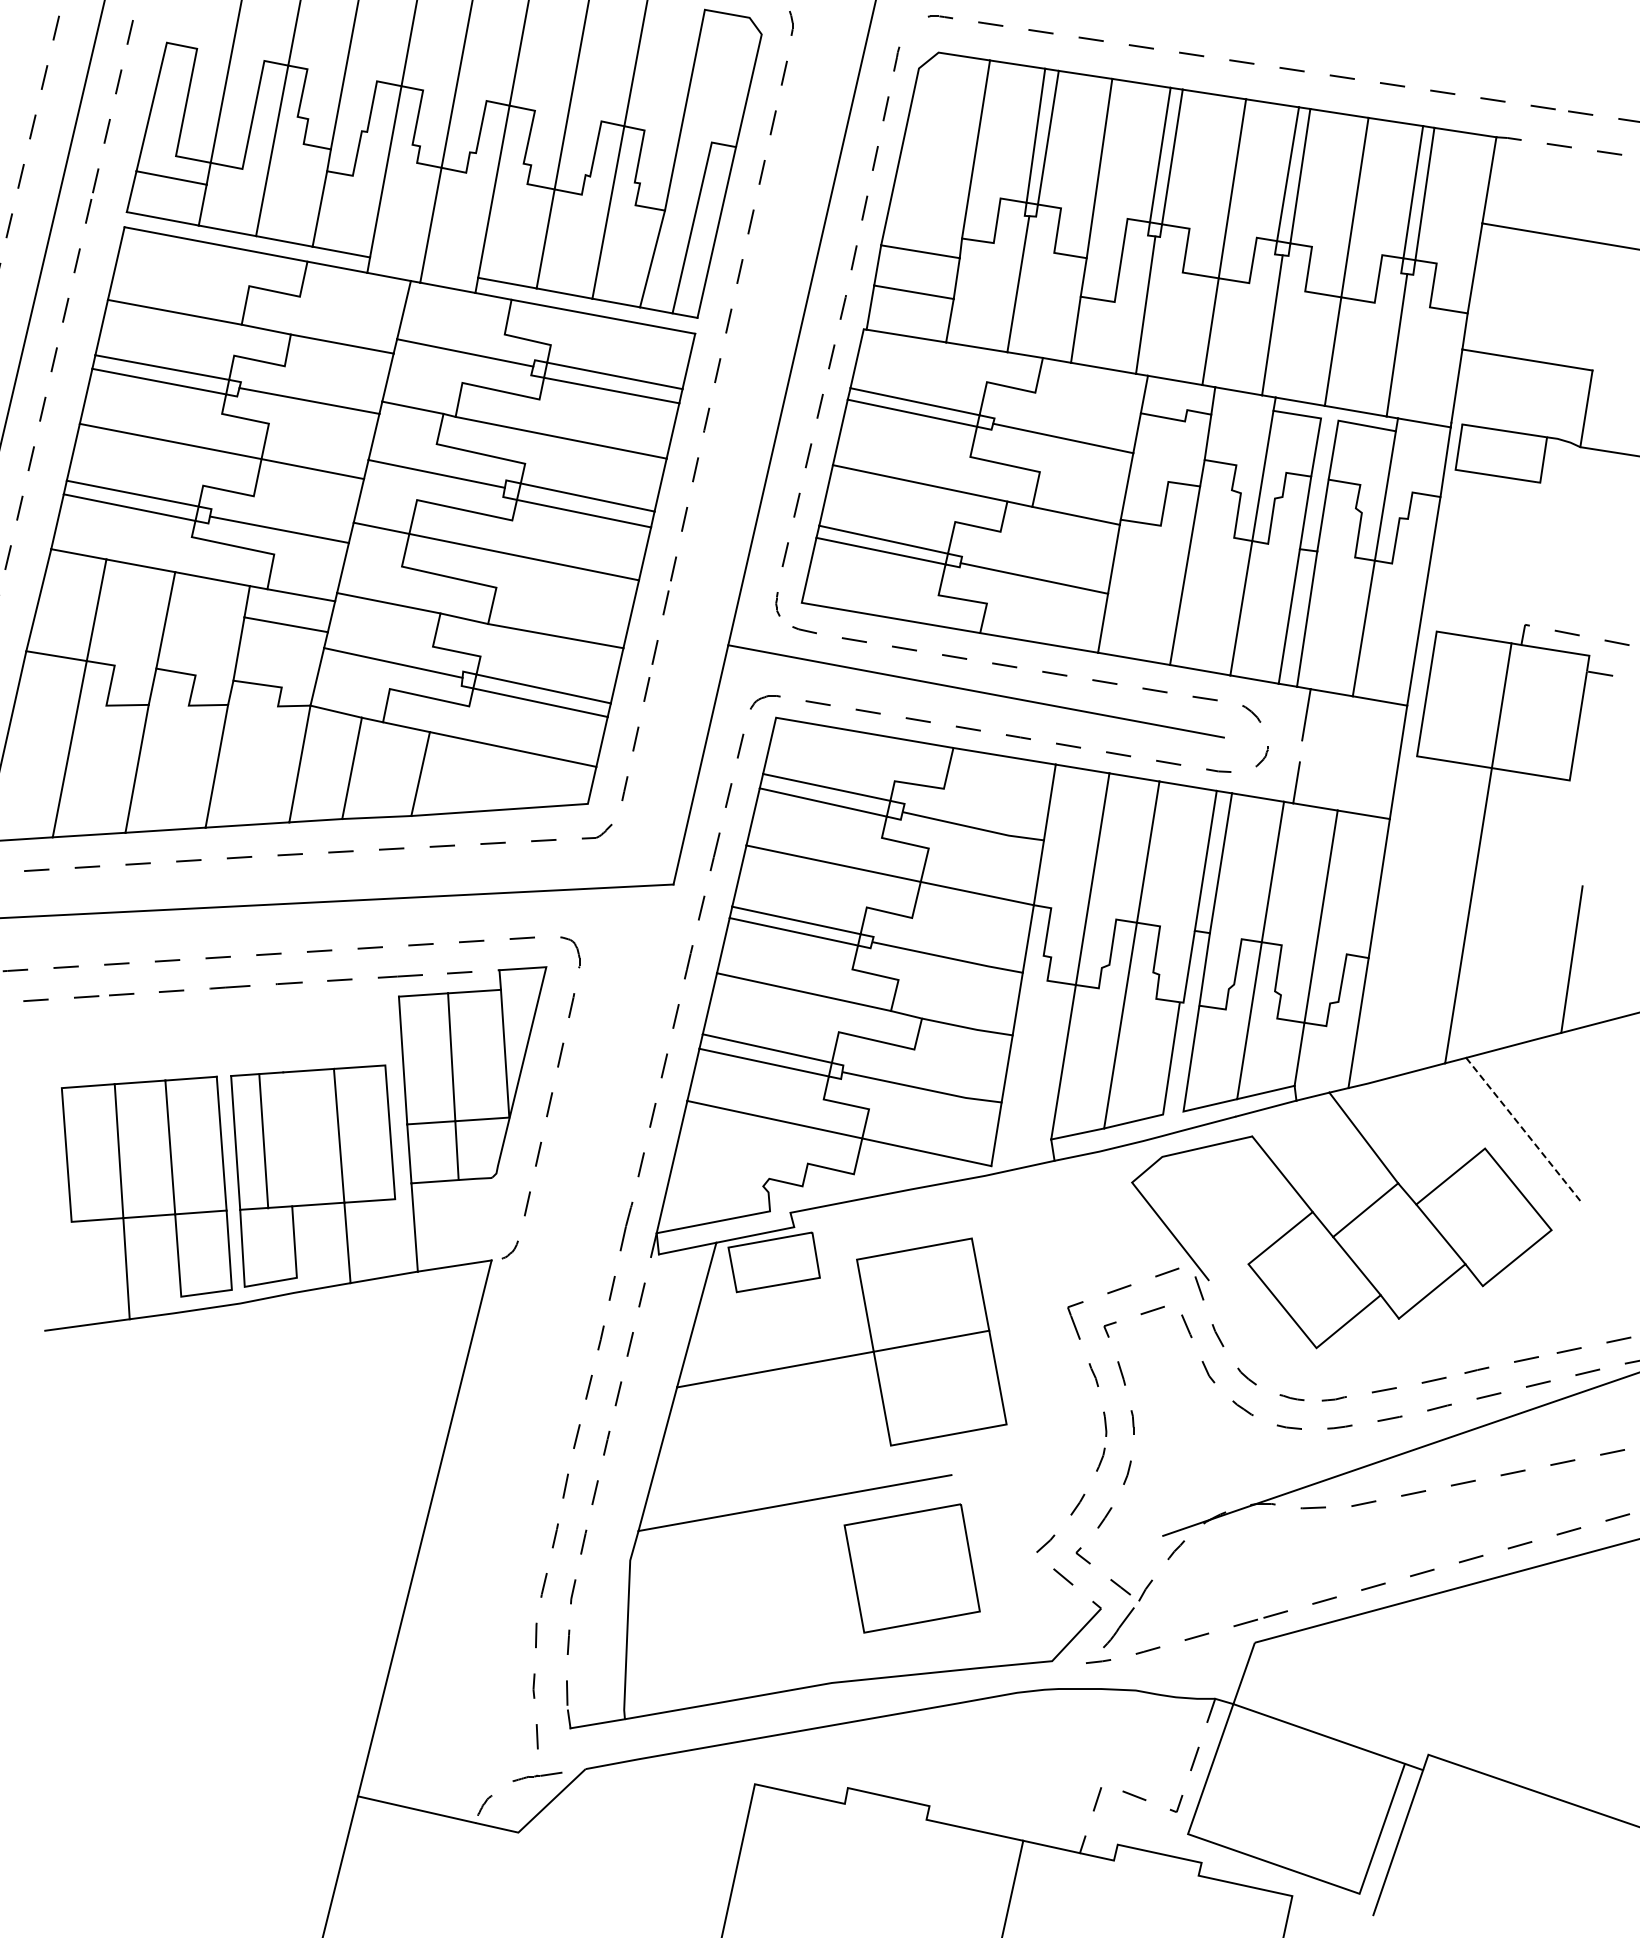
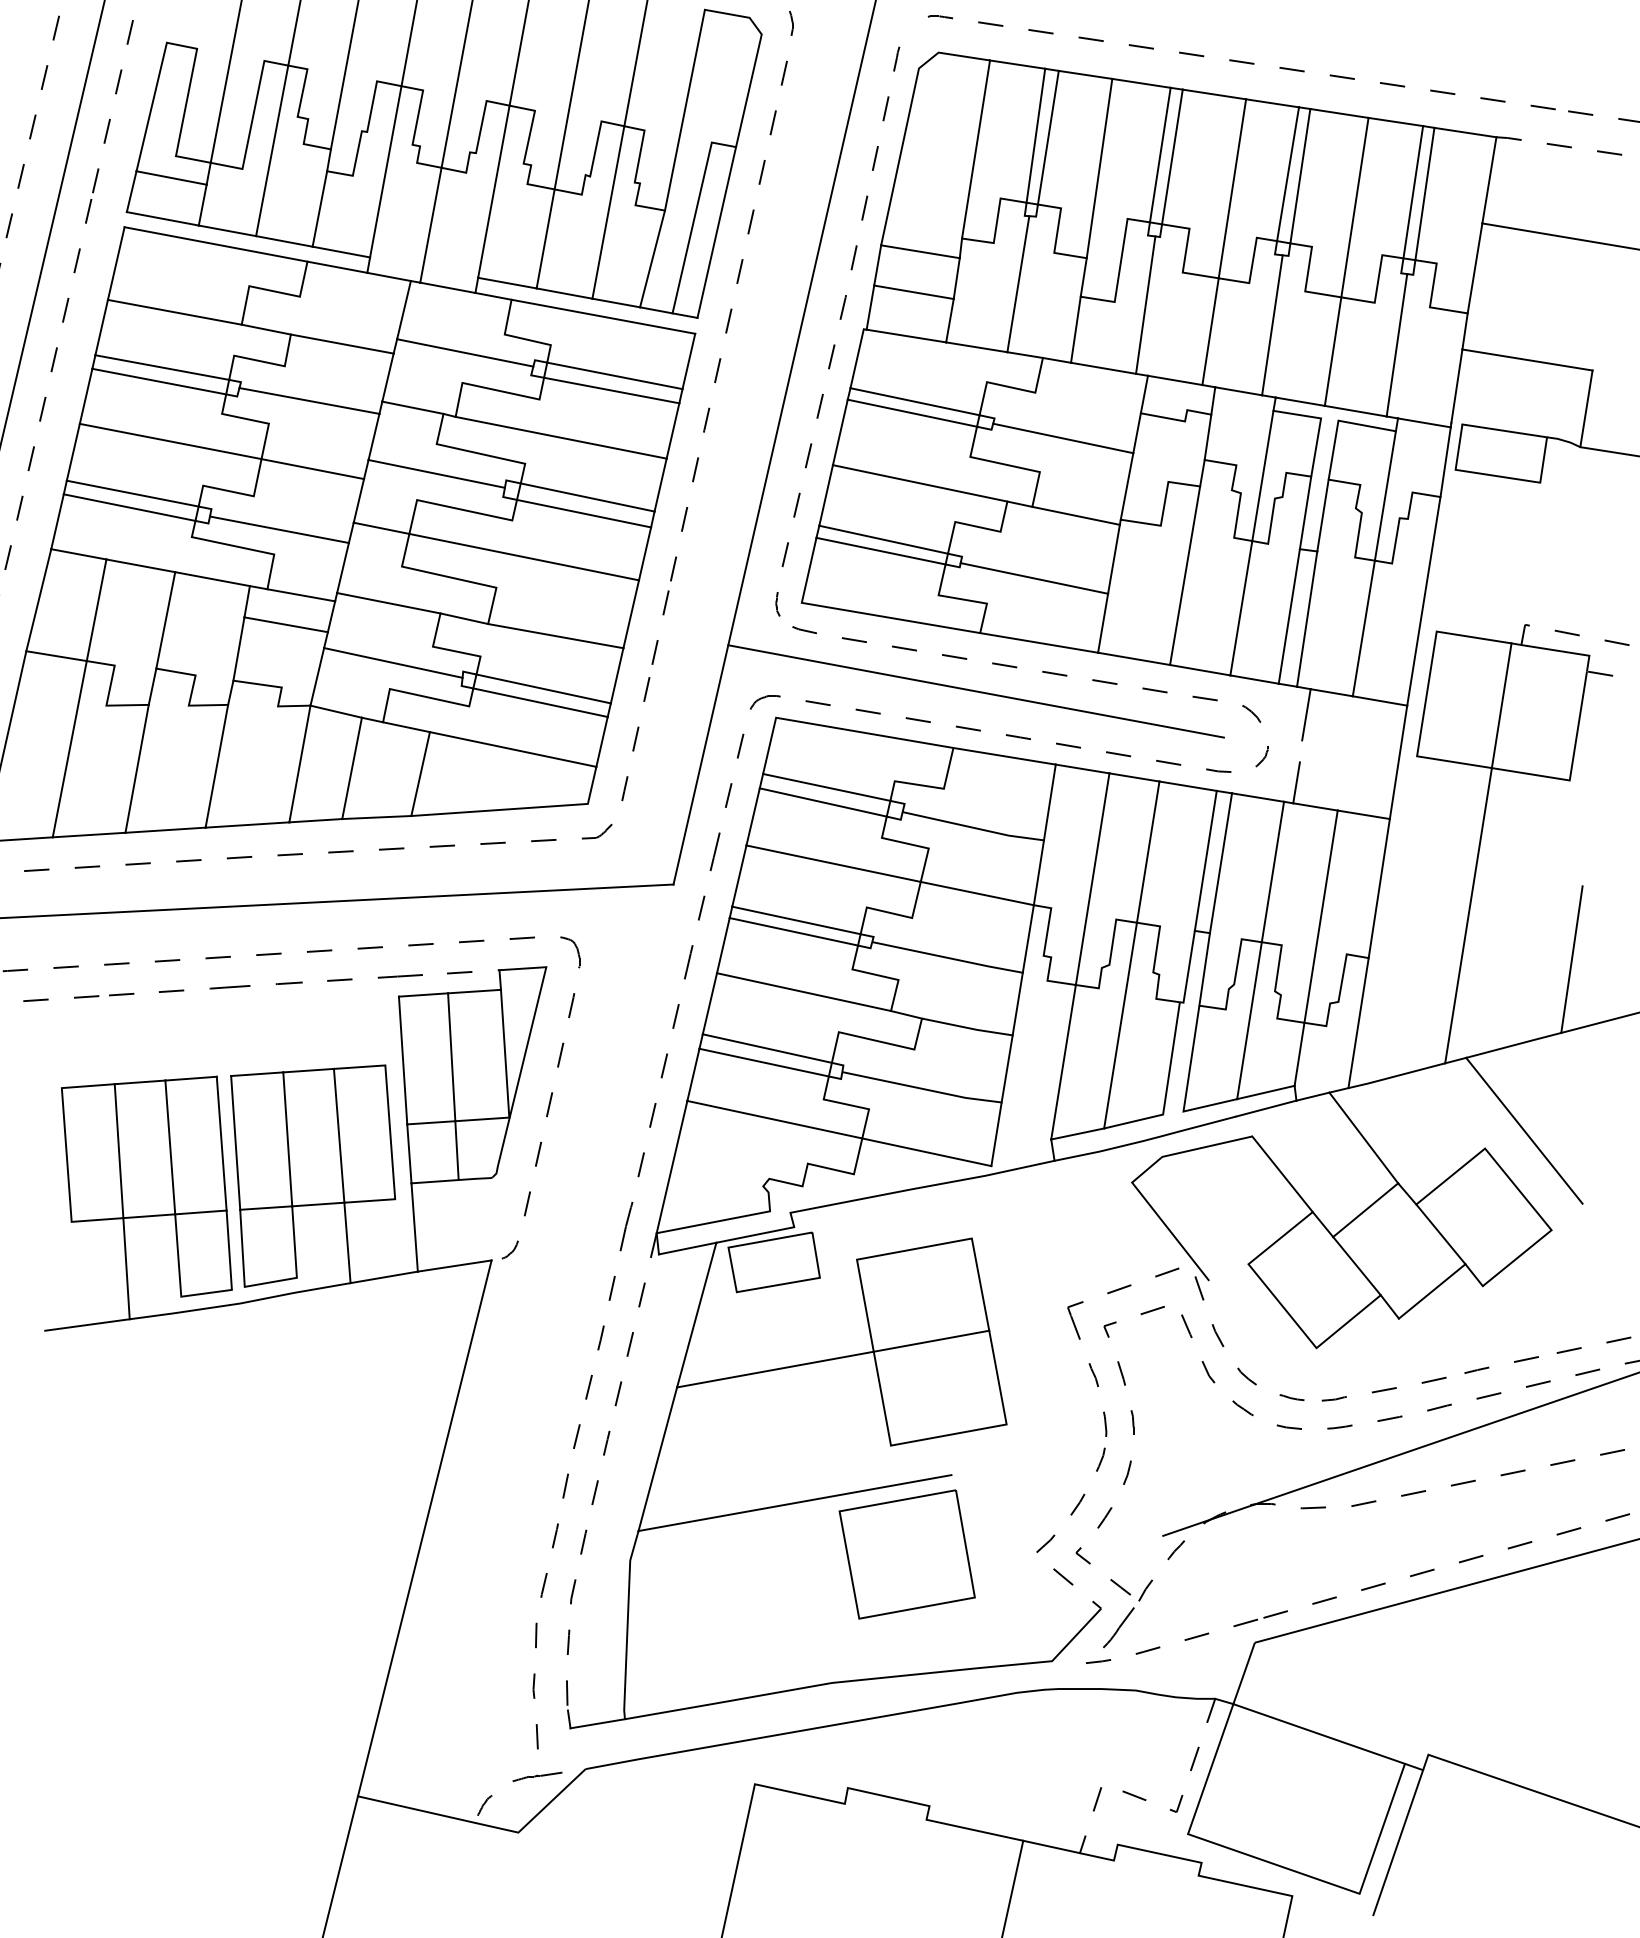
line at (1524, 1131): dashed -> solid
line at (263, 1141) position: (263, 1141) -> (287, 1139)
part at (911, 1568) position: (911, 1568) -> (906, 1554)
